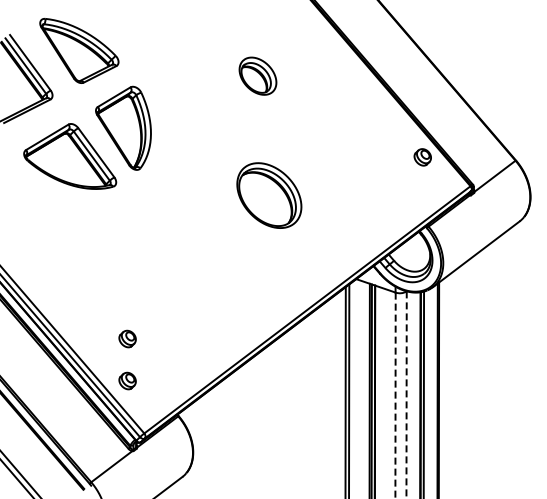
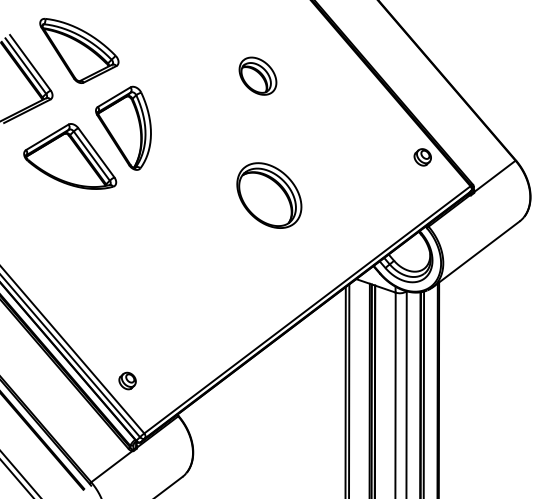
part at (127, 338): present -> none
line at (395, 395): dashed -> solid
line at (406, 395): dashed -> solid
